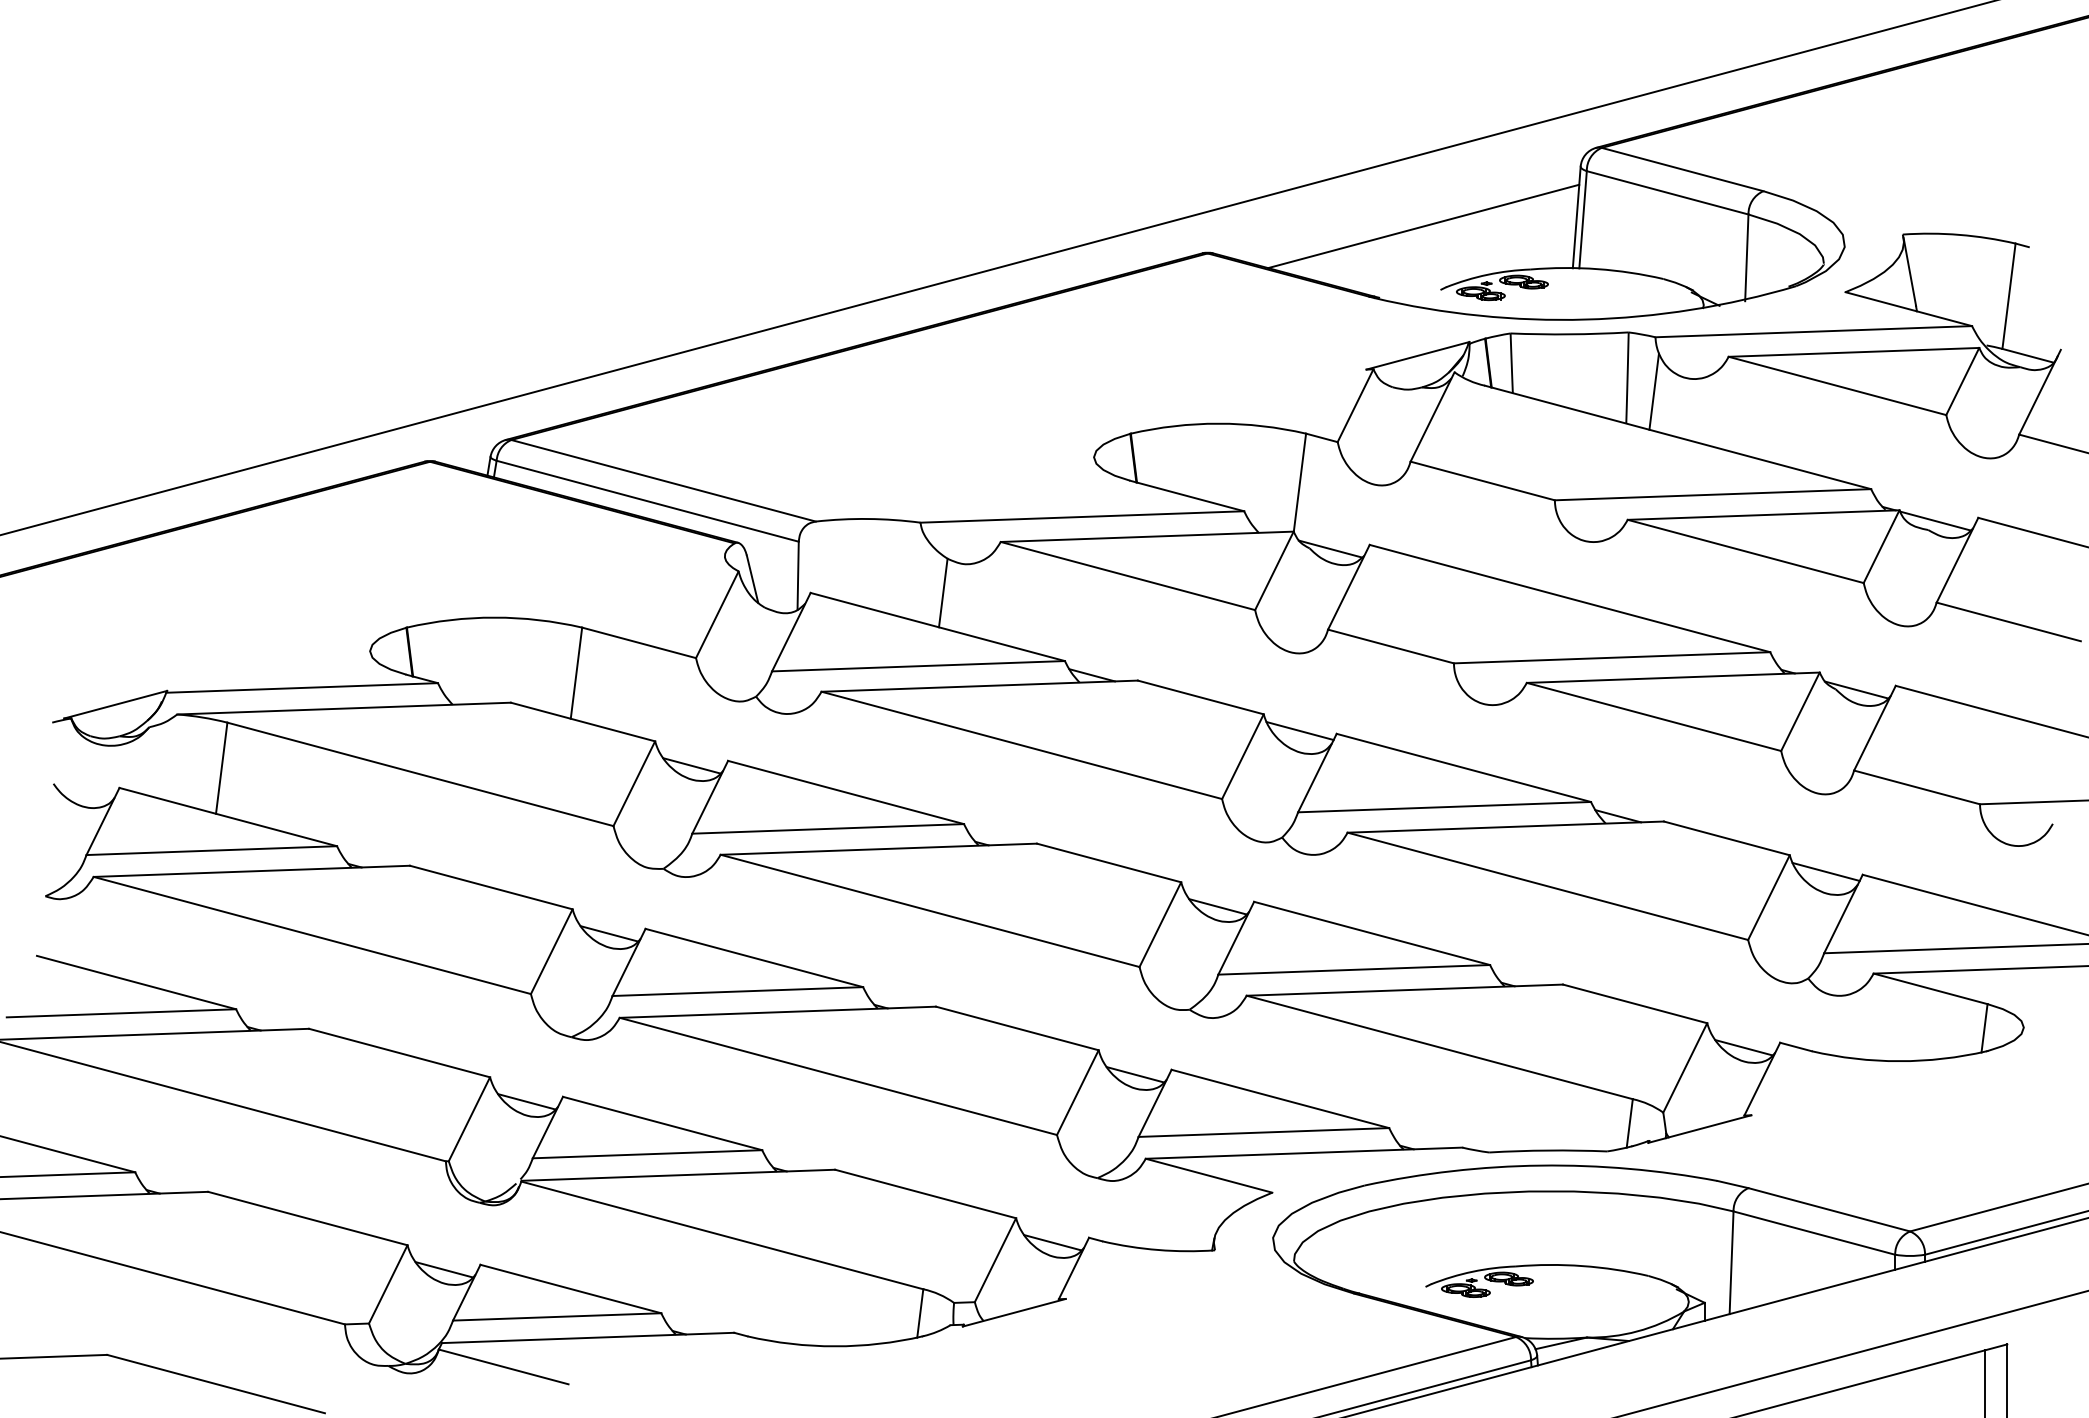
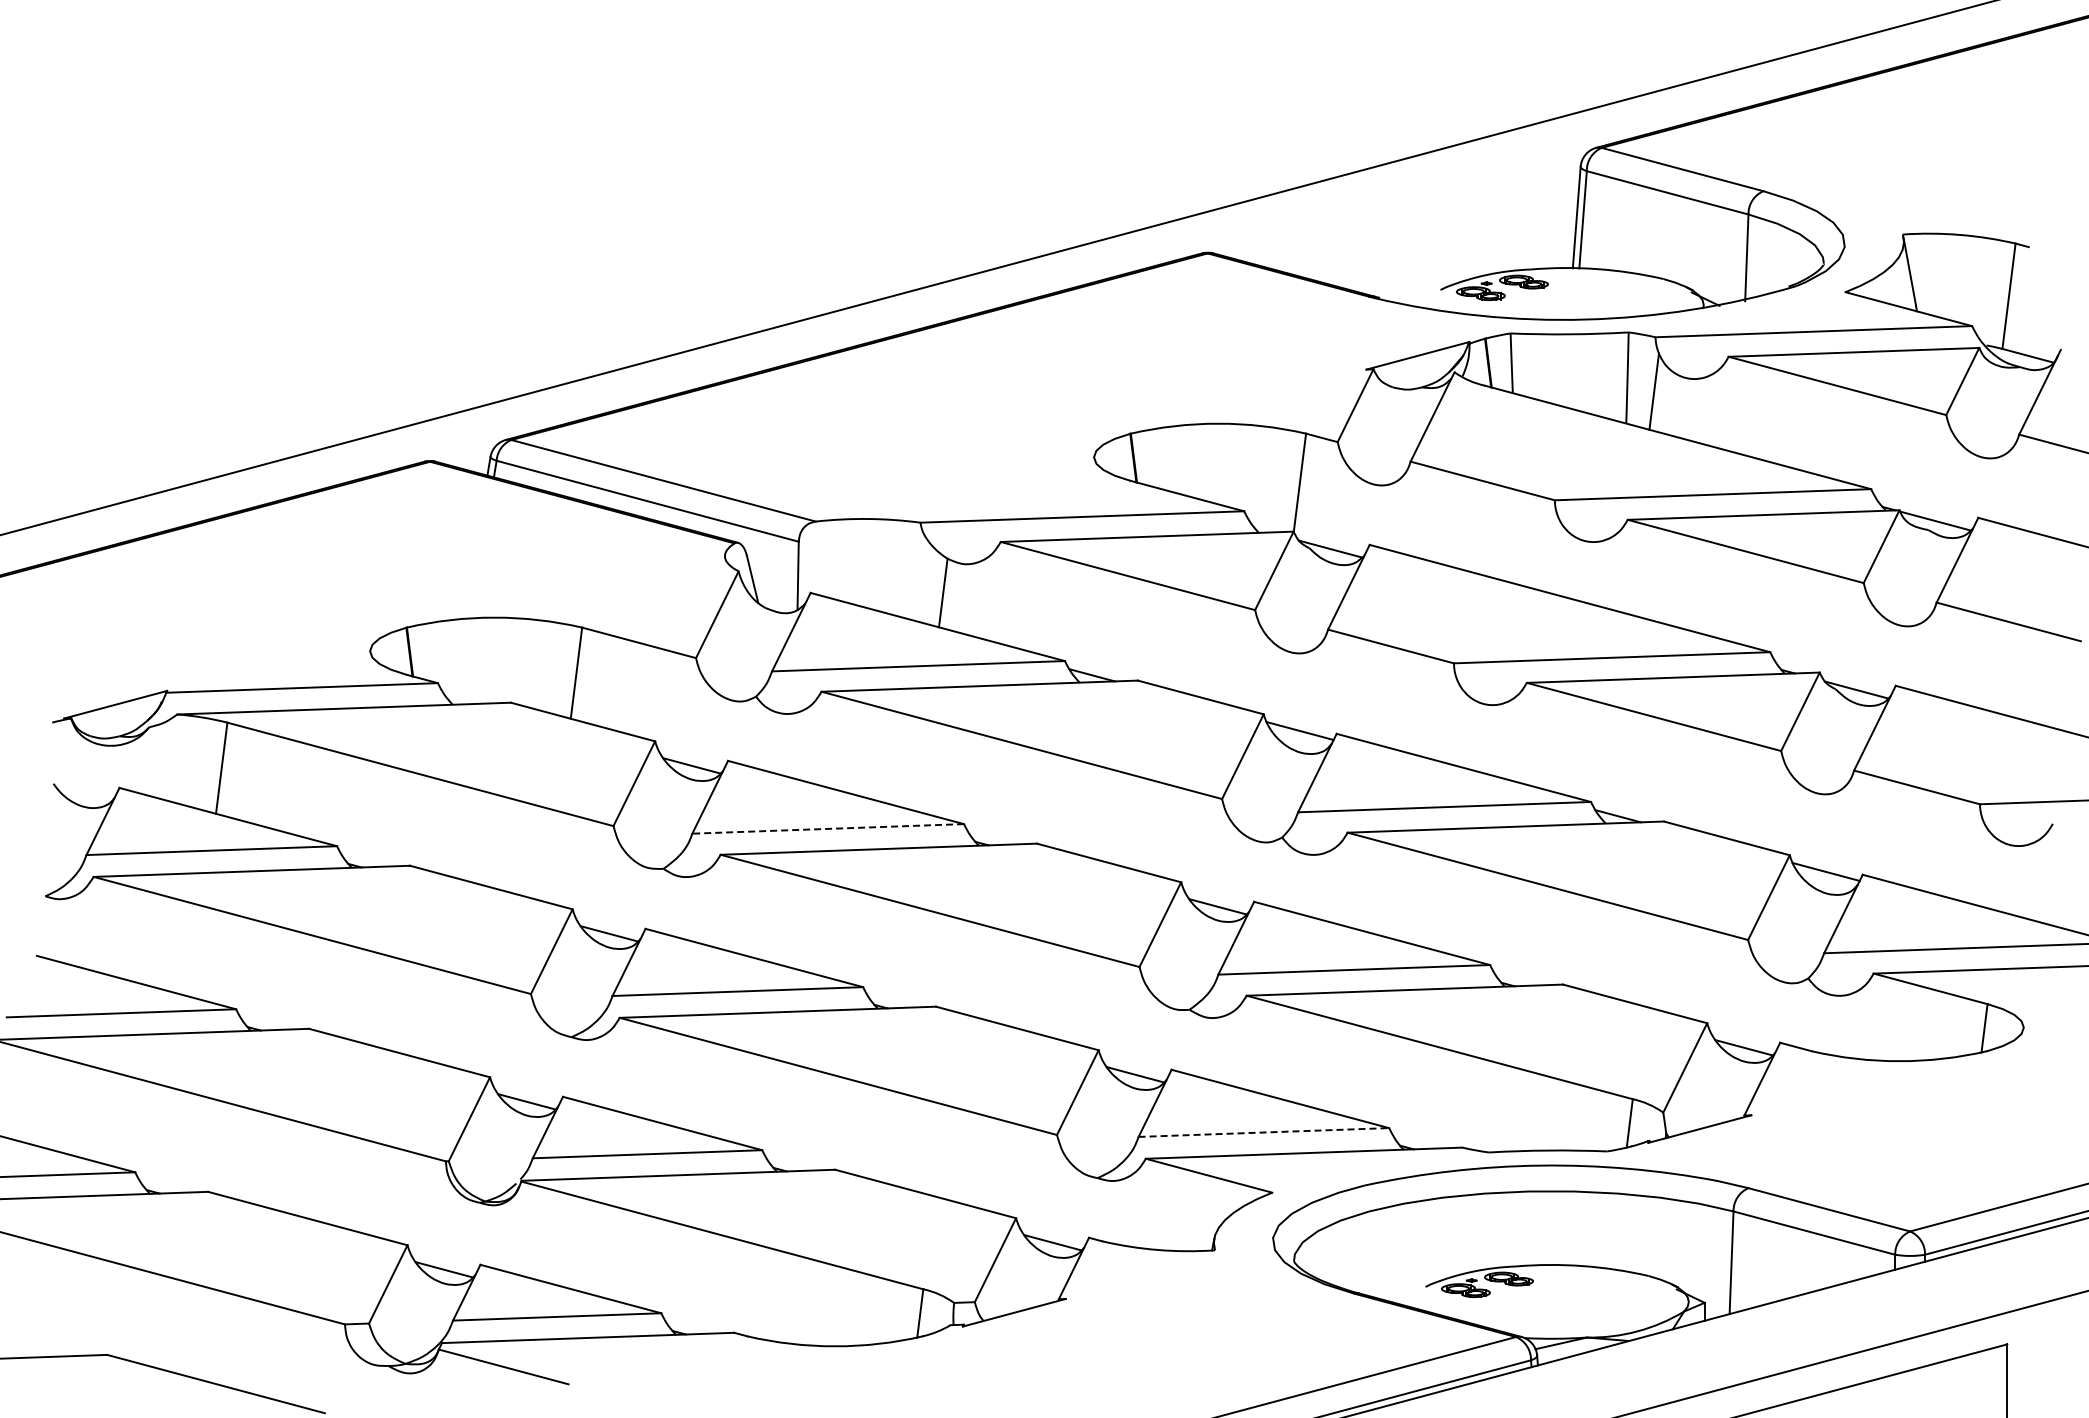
line at (1423, 226): present -> none
line at (828, 828): solid -> dashed
line at (1264, 1132): solid -> dashed
line at (1984, 1382): present -> none
